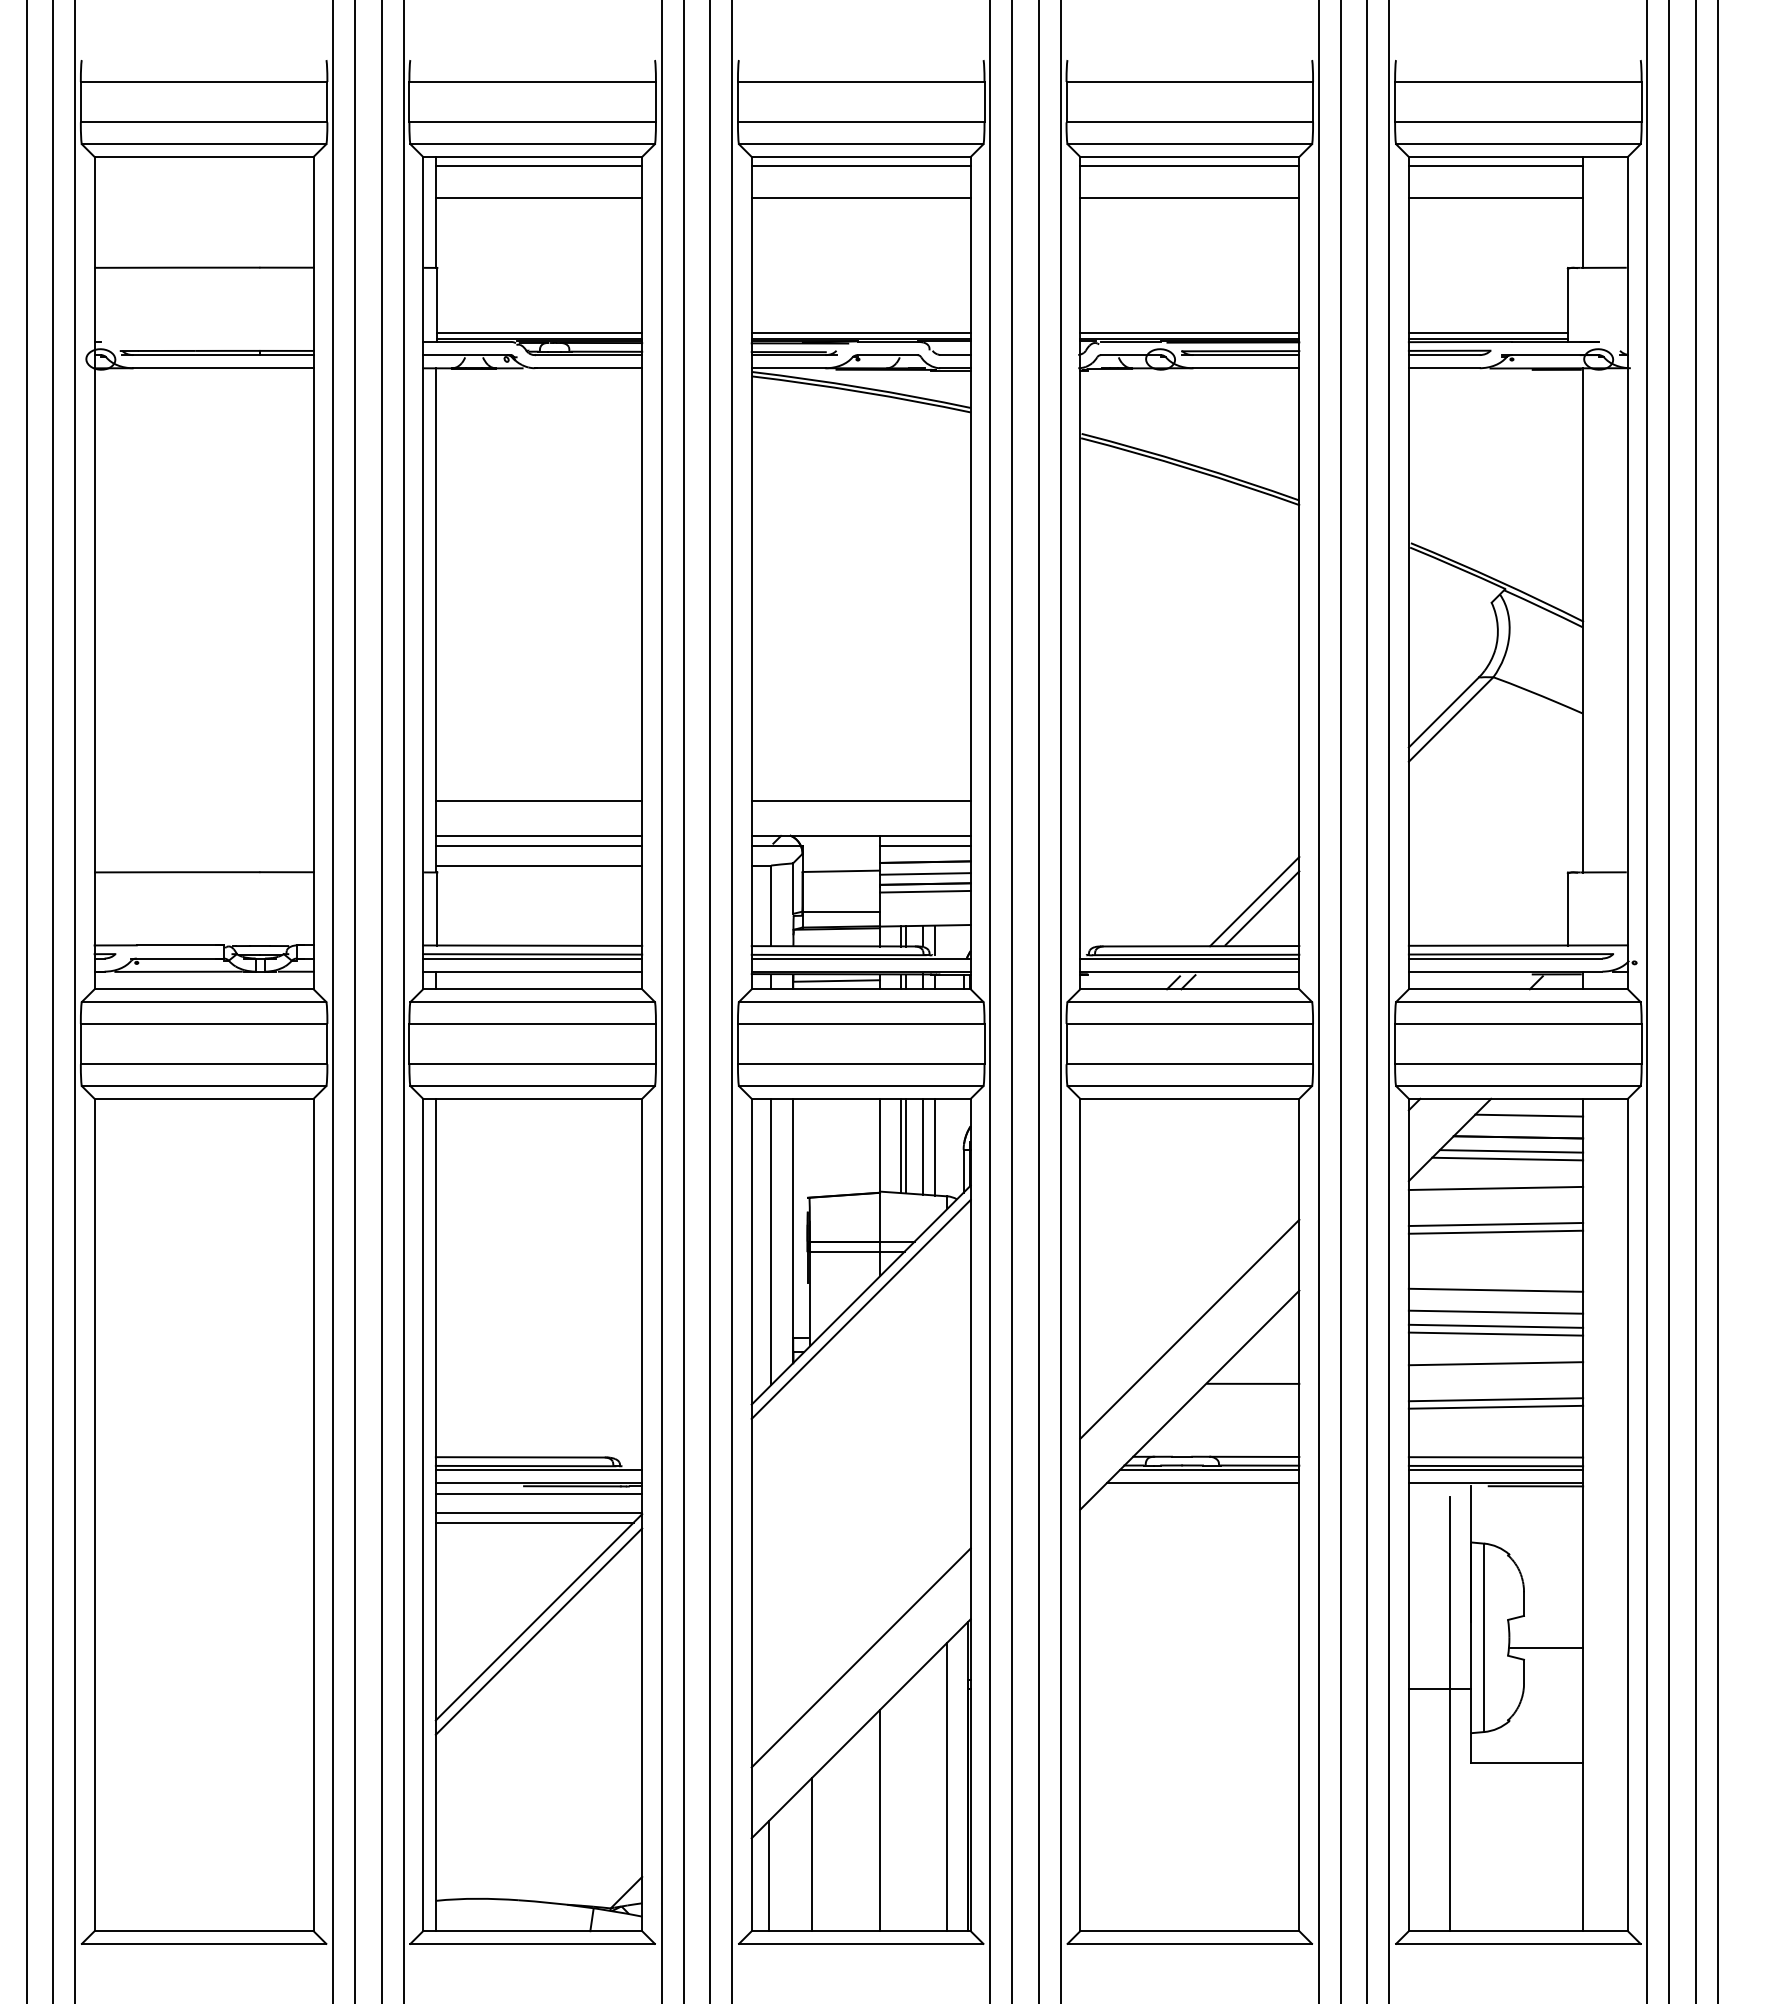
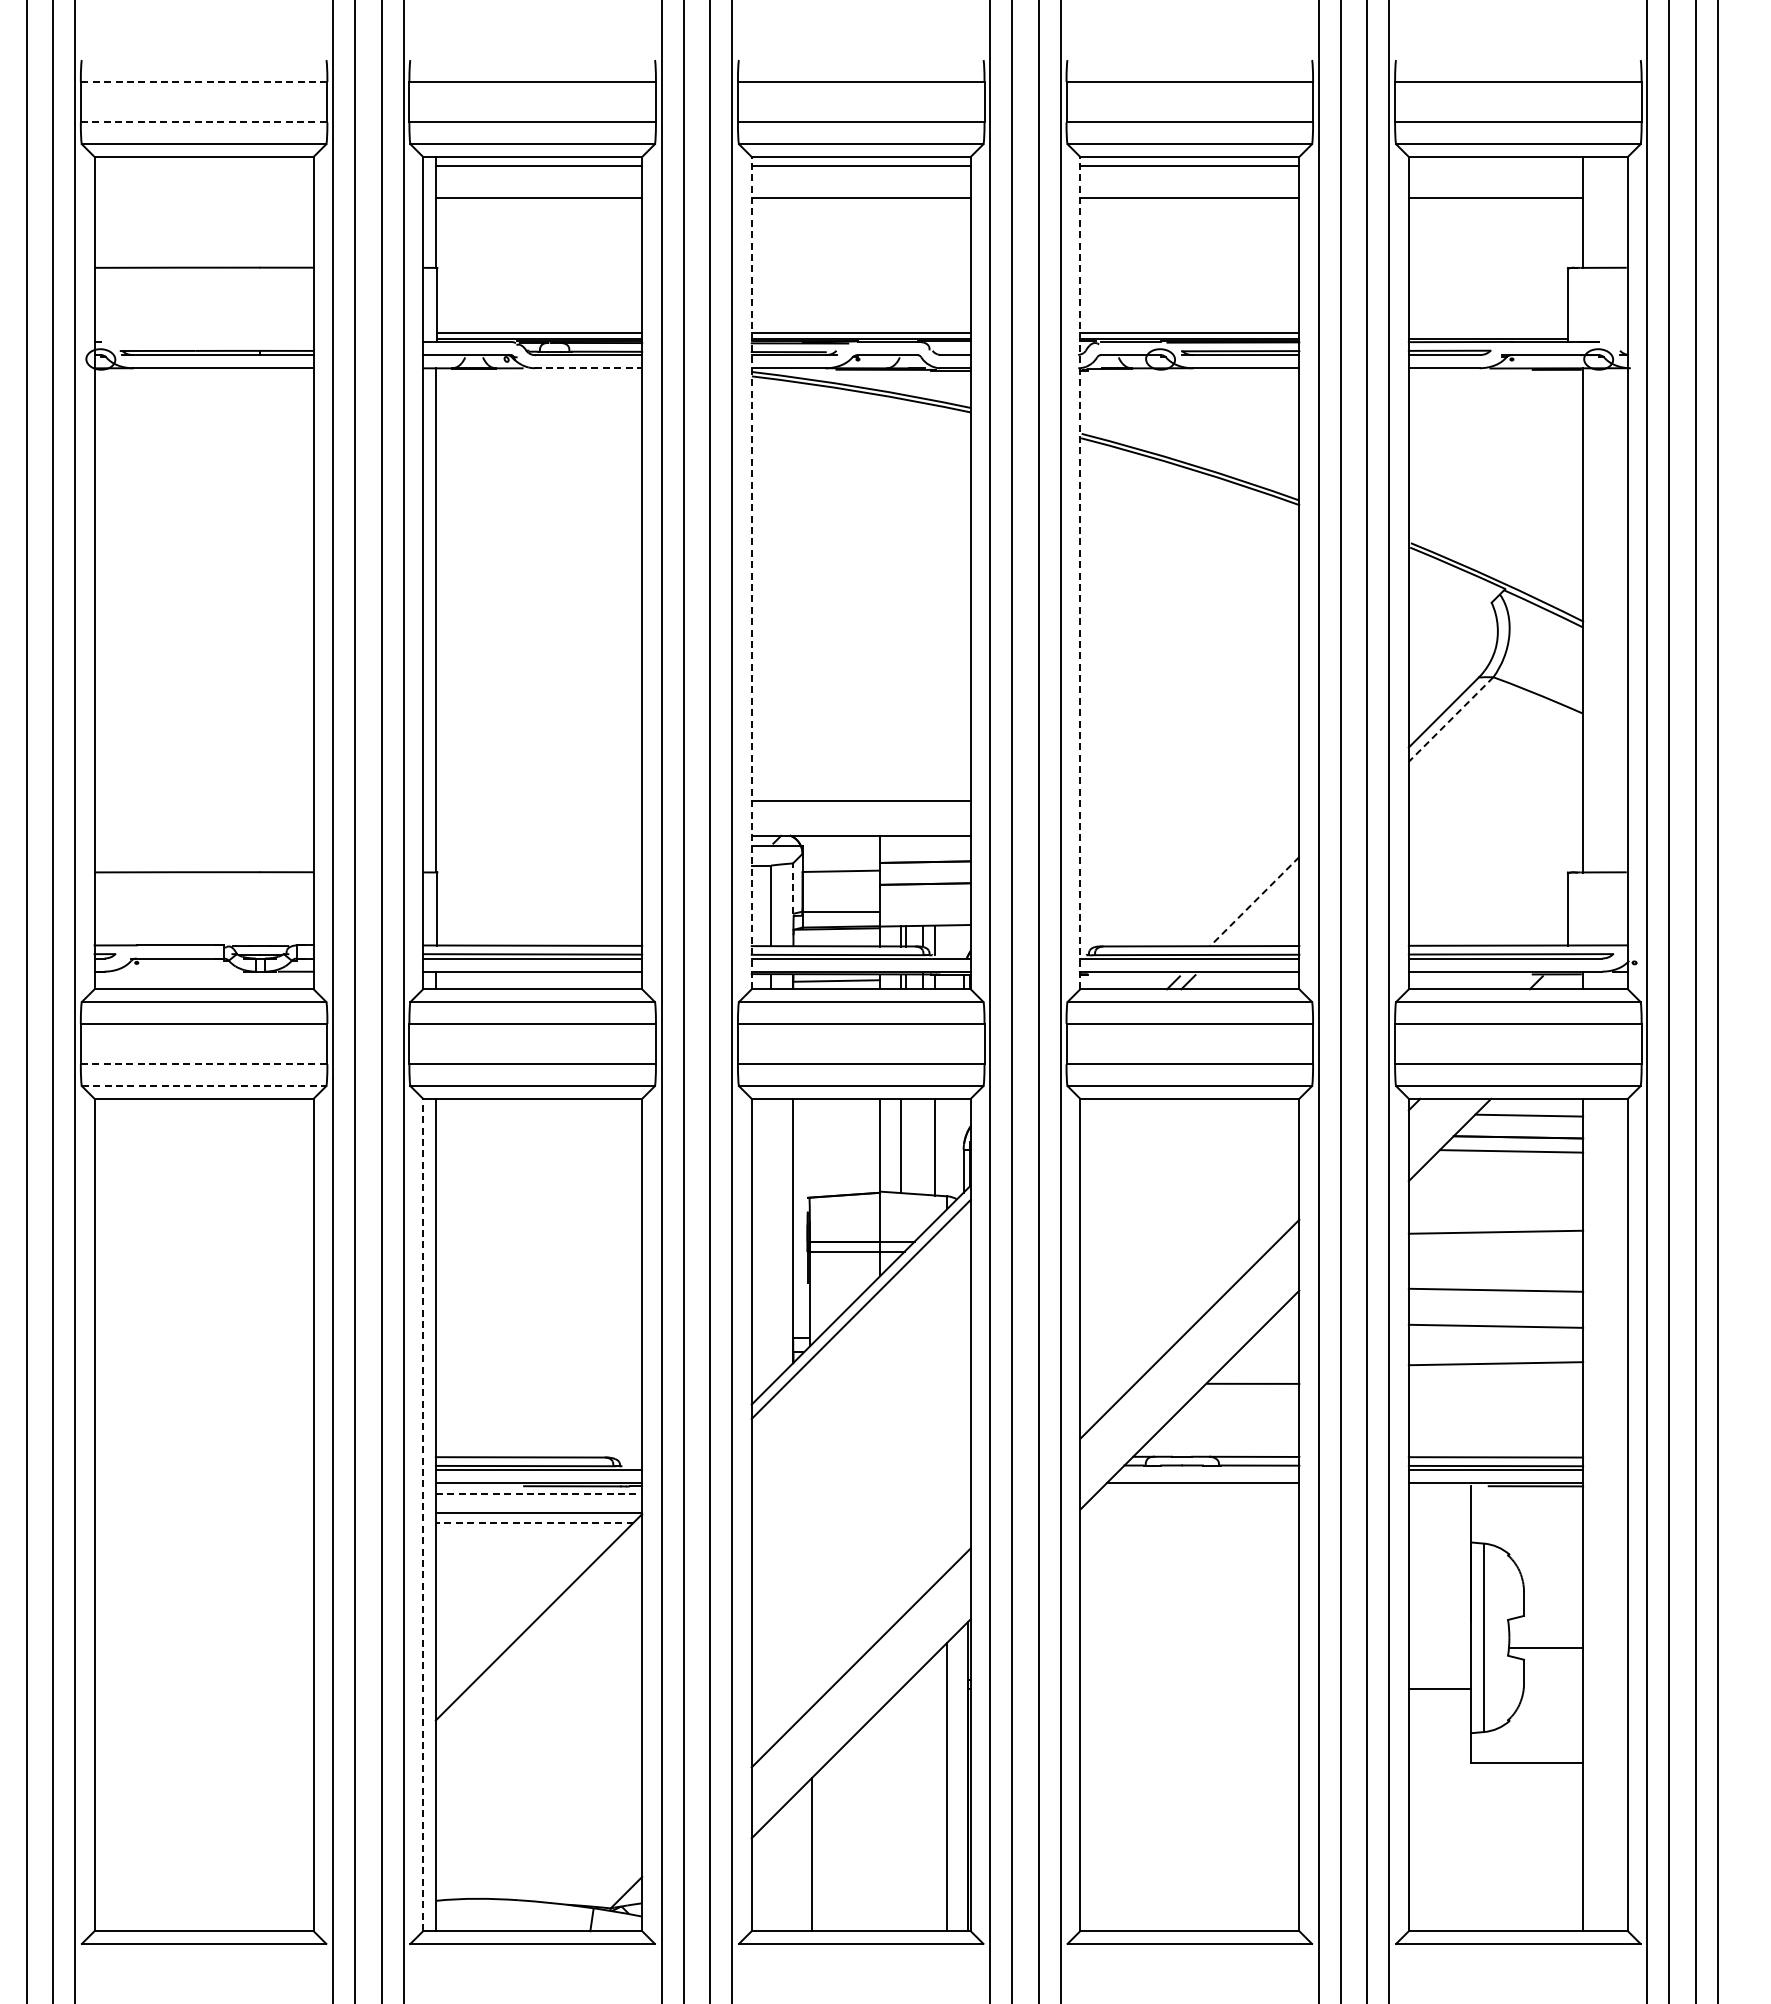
line at (203, 82): solid -> dashed
line at (204, 122): solid -> dashed
line at (1495, 165): present -> none
line at (1487, 332): present -> none
line at (588, 368): solid -> dashed
line at (751, 572): solid -> dashed
line at (1080, 572): solid -> dashed
line at (1451, 719): solid -> dashed
line at (538, 800): present -> none
line at (538, 835): present -> none
line at (538, 845): present -> none
line at (925, 845): present -> none
line at (539, 865): present -> none
line at (925, 873): present -> none
line at (793, 888): solid -> dashed
line at (925, 891): present -> none
line at (1254, 901): solid -> dashed
line at (1262, 908): present -> none
line at (178, 971): present -> none
line at (204, 1064): solid -> dashed
line at (204, 1086): solid -> dashed
line at (905, 1145): present -> none
line at (922, 1146): present -> none
line at (1507, 1158): present -> none
line at (1495, 1188): present -> none
line at (1495, 1224): present -> none
line at (771, 1241): present -> none
line at (1495, 1311): present -> none
line at (1495, 1333): present -> none
line at (1495, 1399): present -> none
line at (1495, 1406): present -> none
line at (1209, 1469): present -> none
line at (539, 1494): solid -> dashed
line at (423, 1514): solid -> dashed
line at (534, 1522): solid -> dashed
line at (538, 1631): present -> none
line at (1449, 1714): present -> none
line at (880, 1820): present -> none
line at (768, 1876): present -> none
